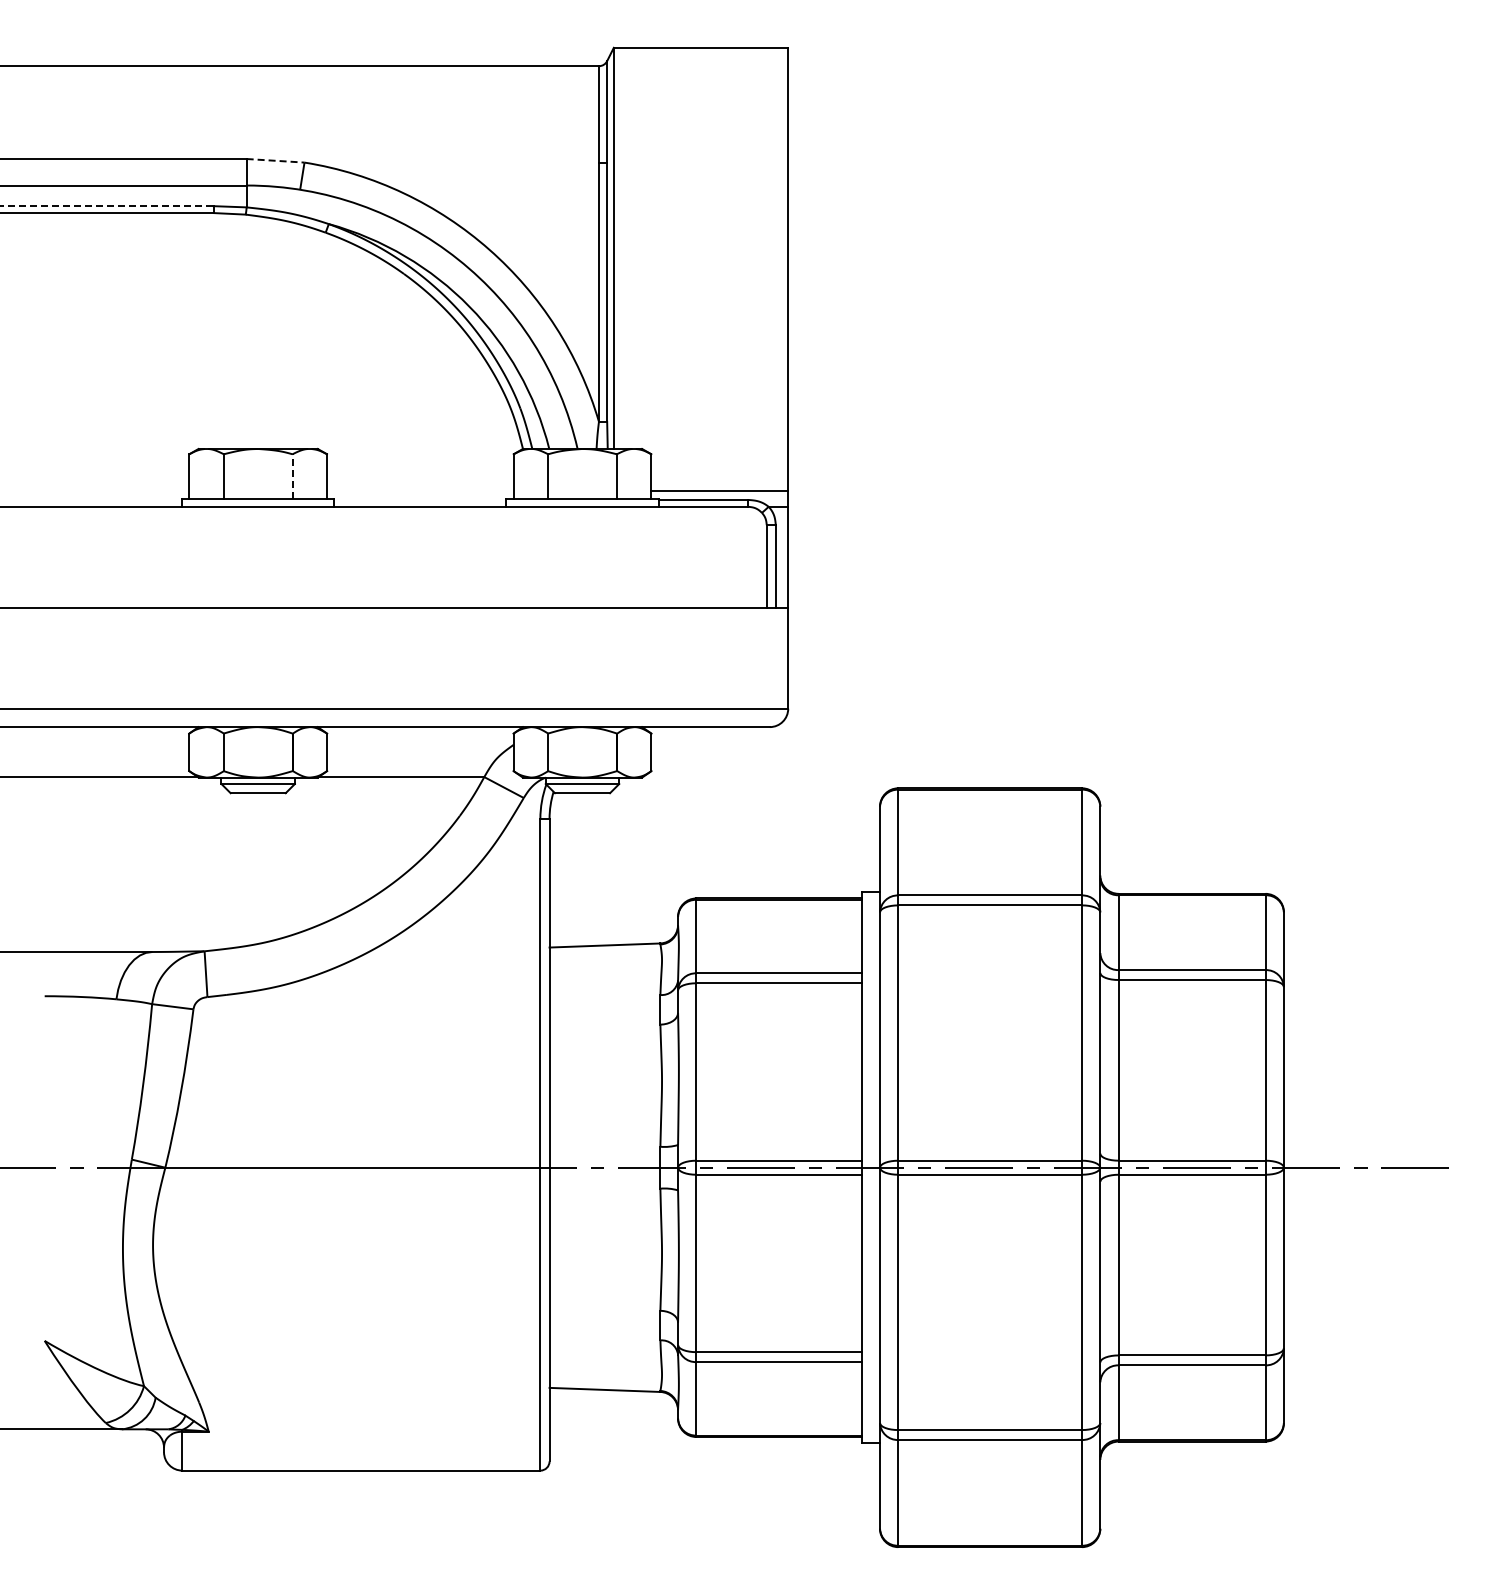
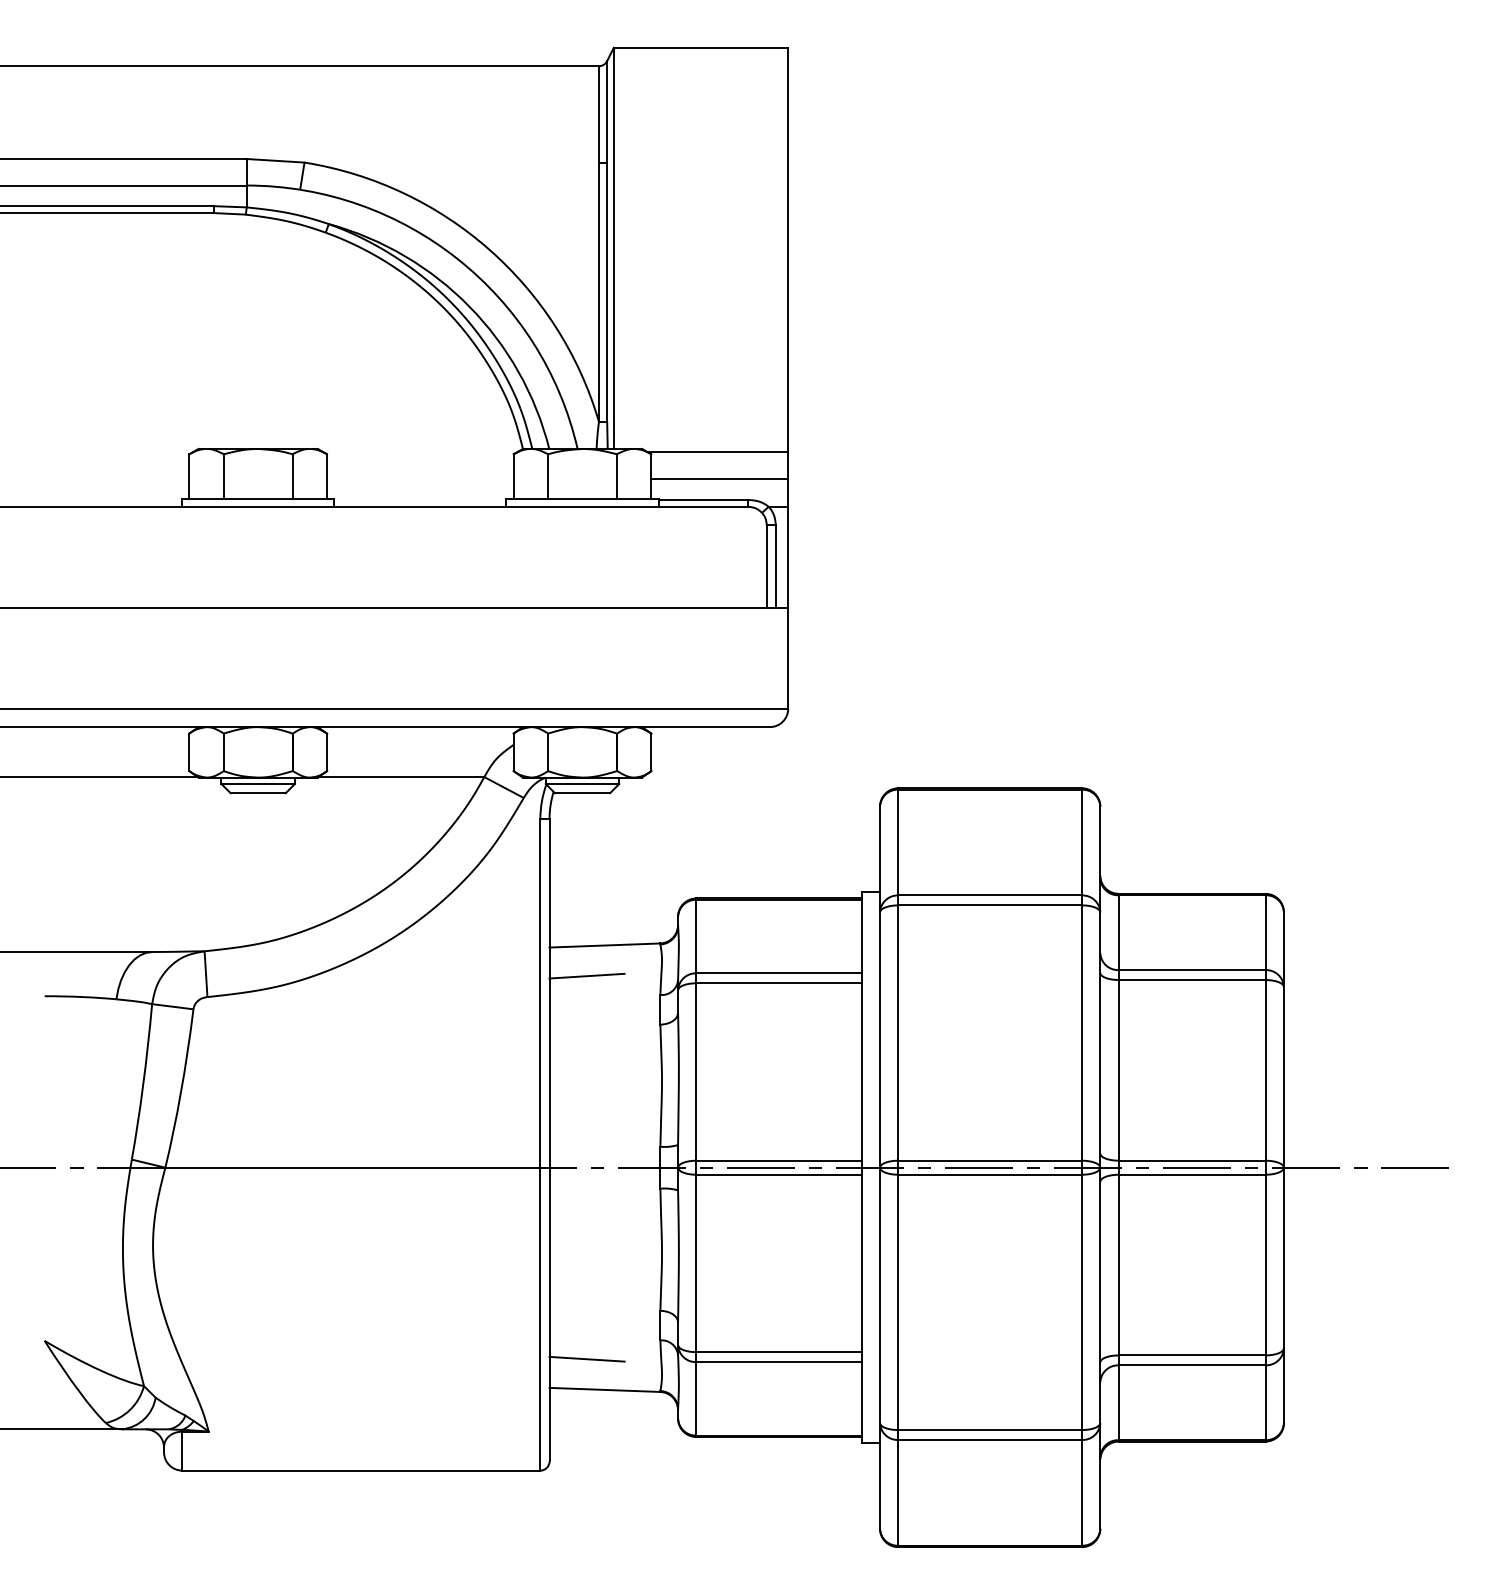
line at (275, 160): dashed -> solid
line at (107, 206): dashed -> solid
line at (717, 451): none -> present
line at (292, 476): dashed -> solid
line at (719, 491) position: (719, 491) -> (719, 479)
line at (586, 975): none -> present
line at (586, 1358): none -> present
